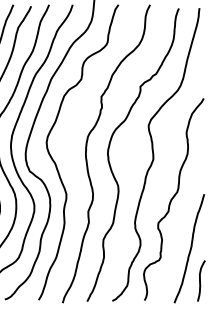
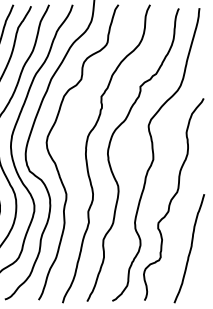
curve at (200, 280): present -> none
